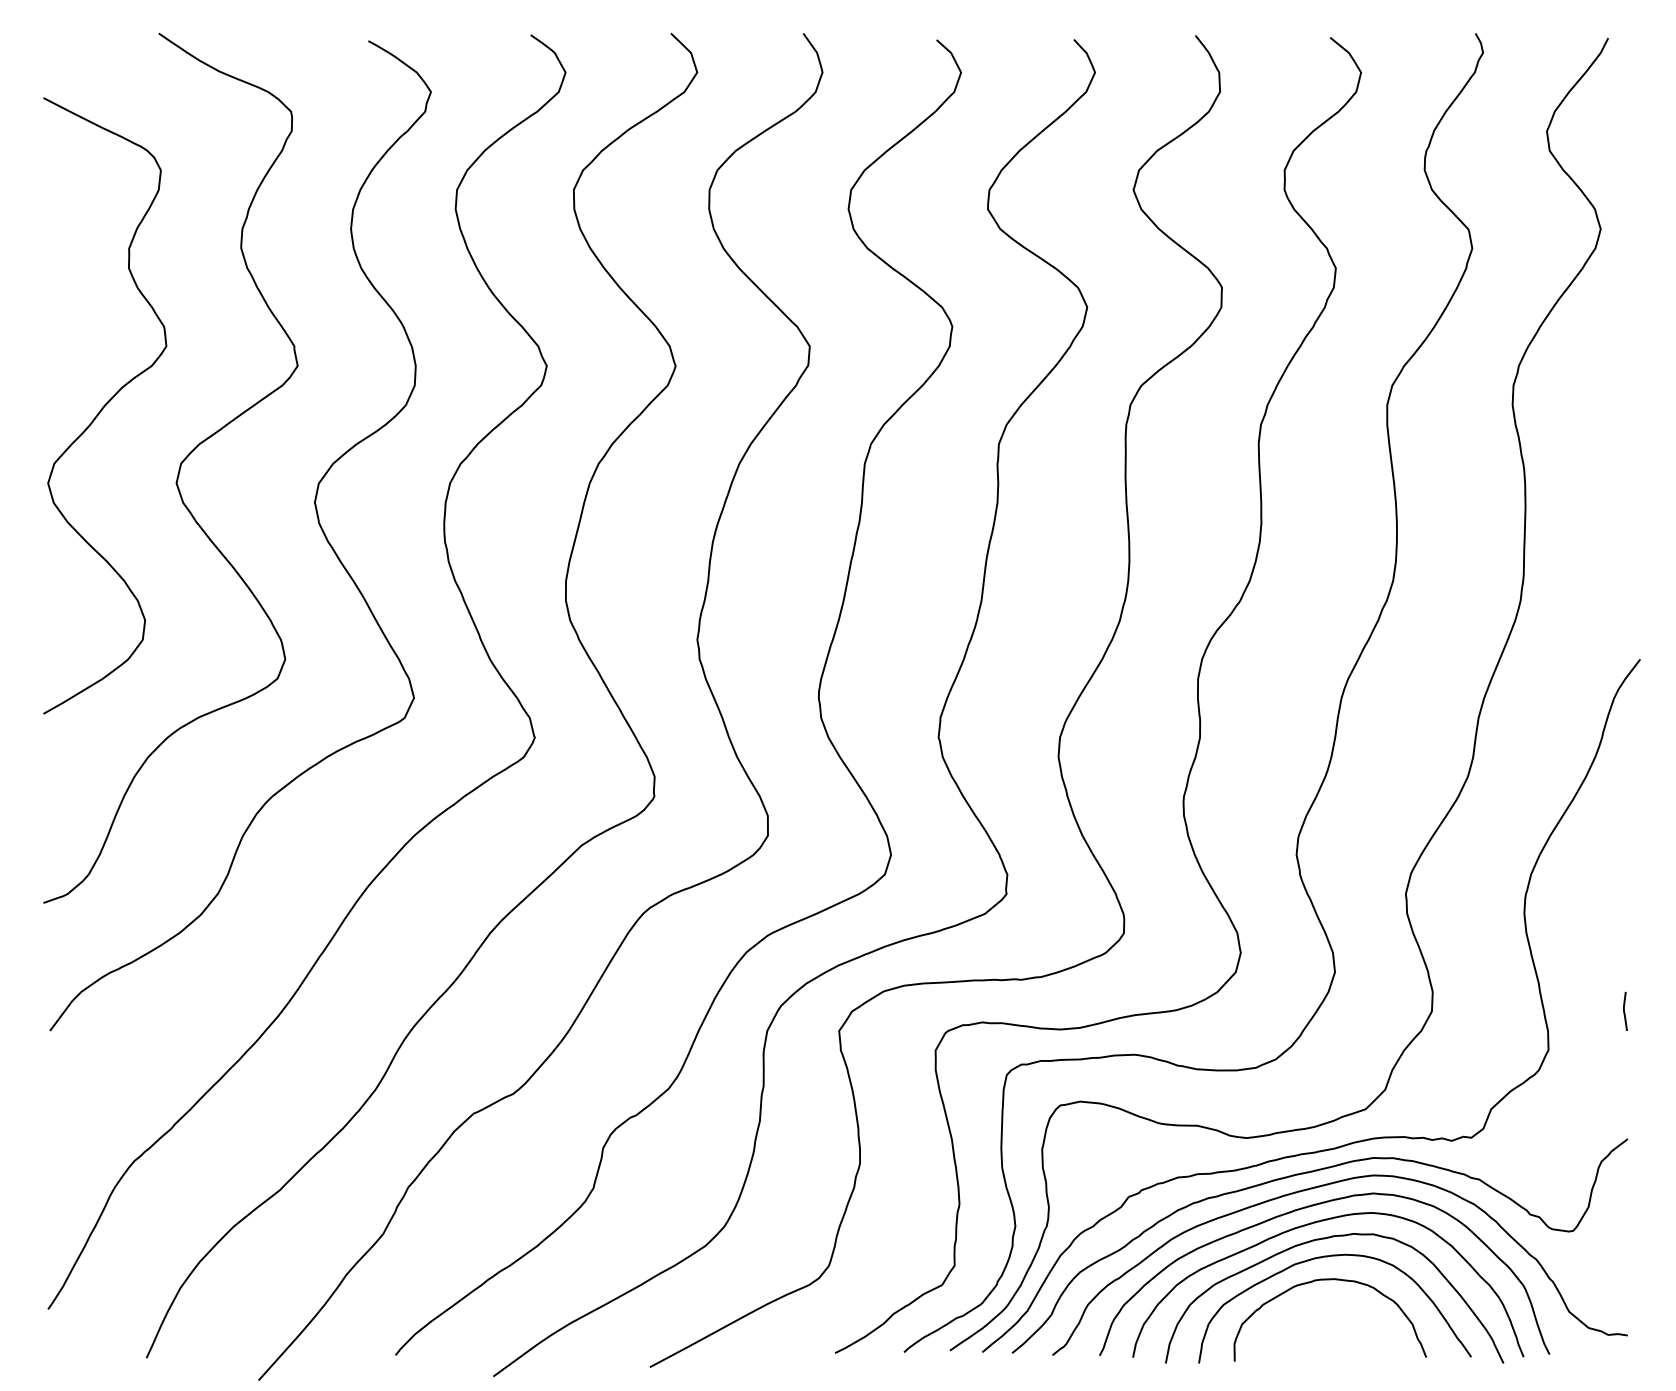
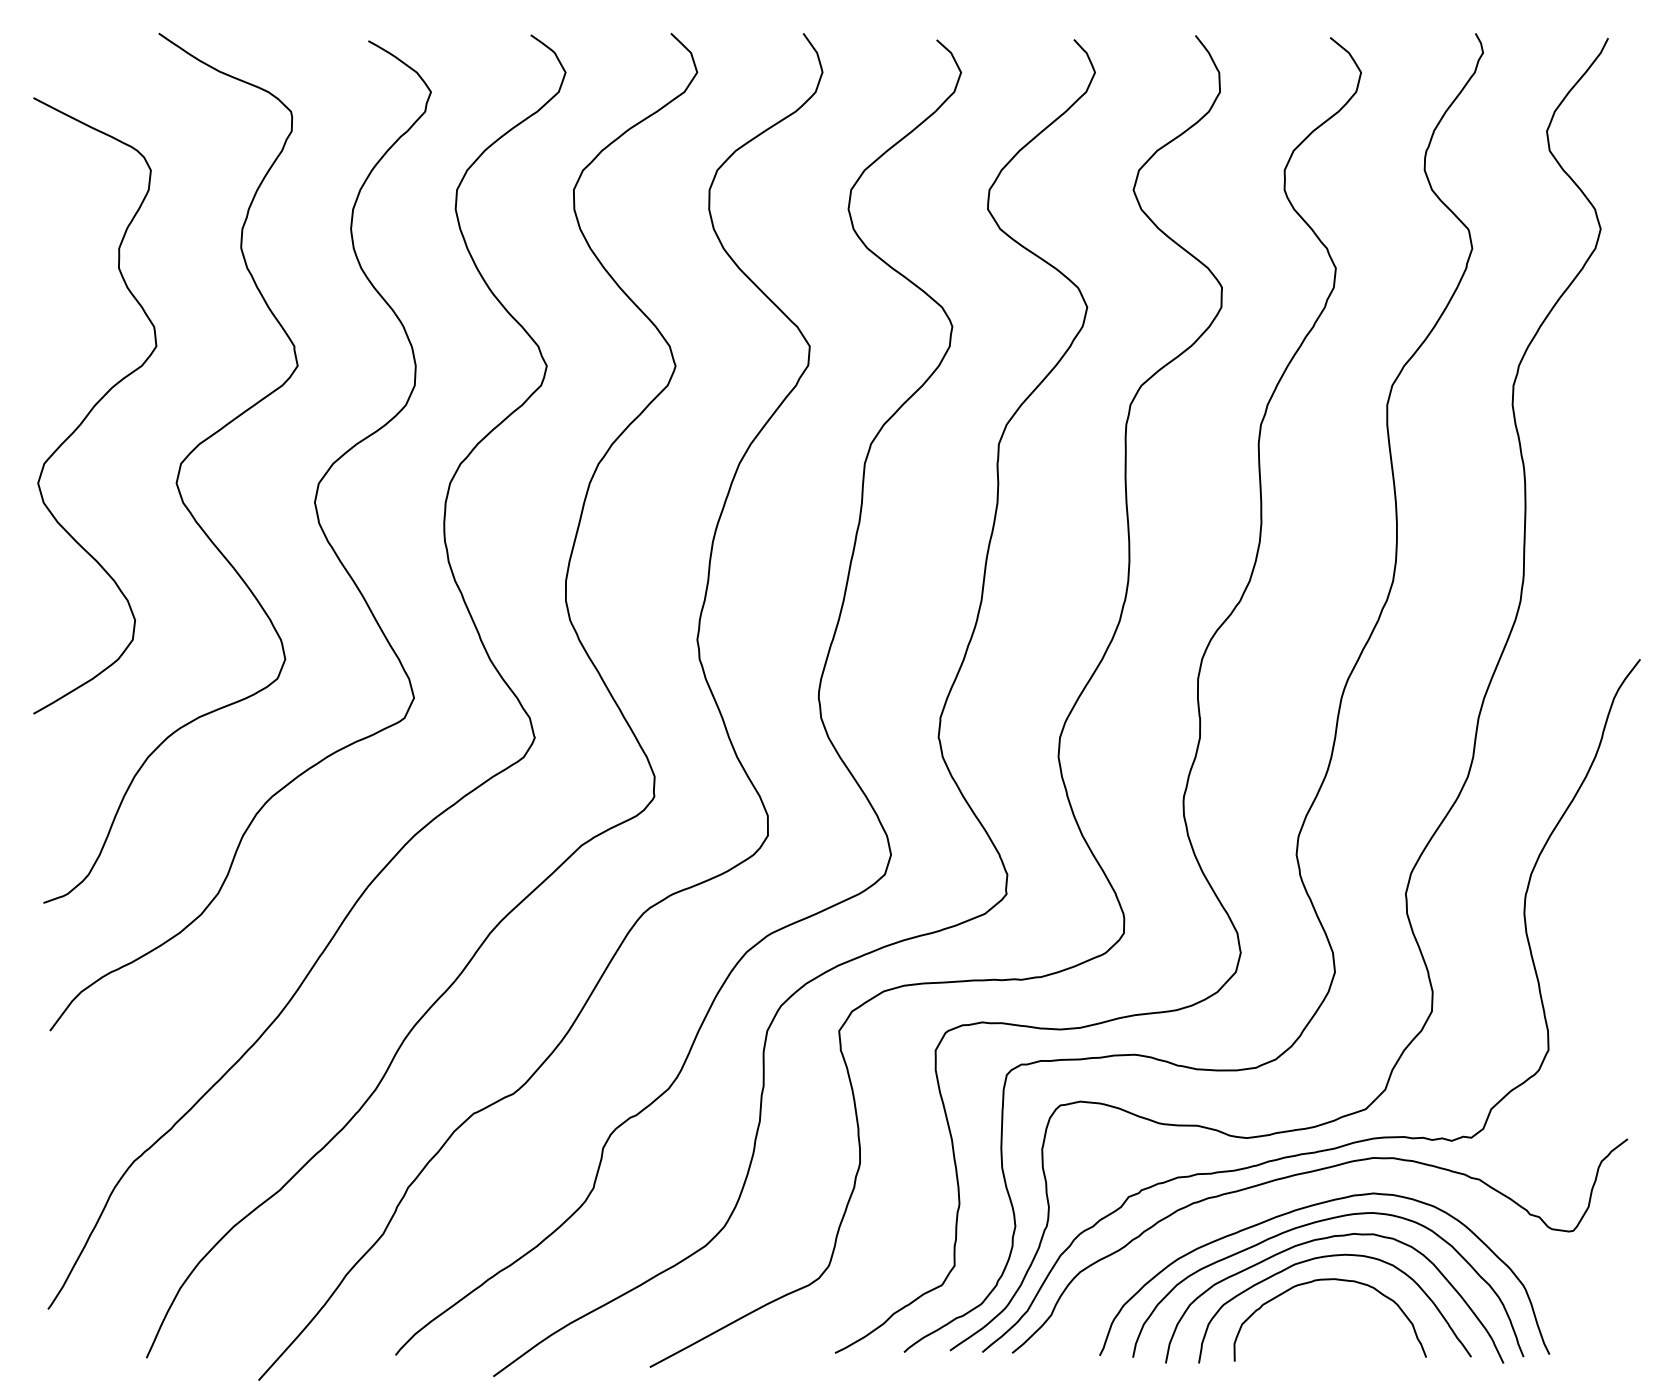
curve at (105, 405) position: (105, 405) -> (95, 405)
line at (1624, 1010): present -> none
curve at (1320, 1187): present -> none
